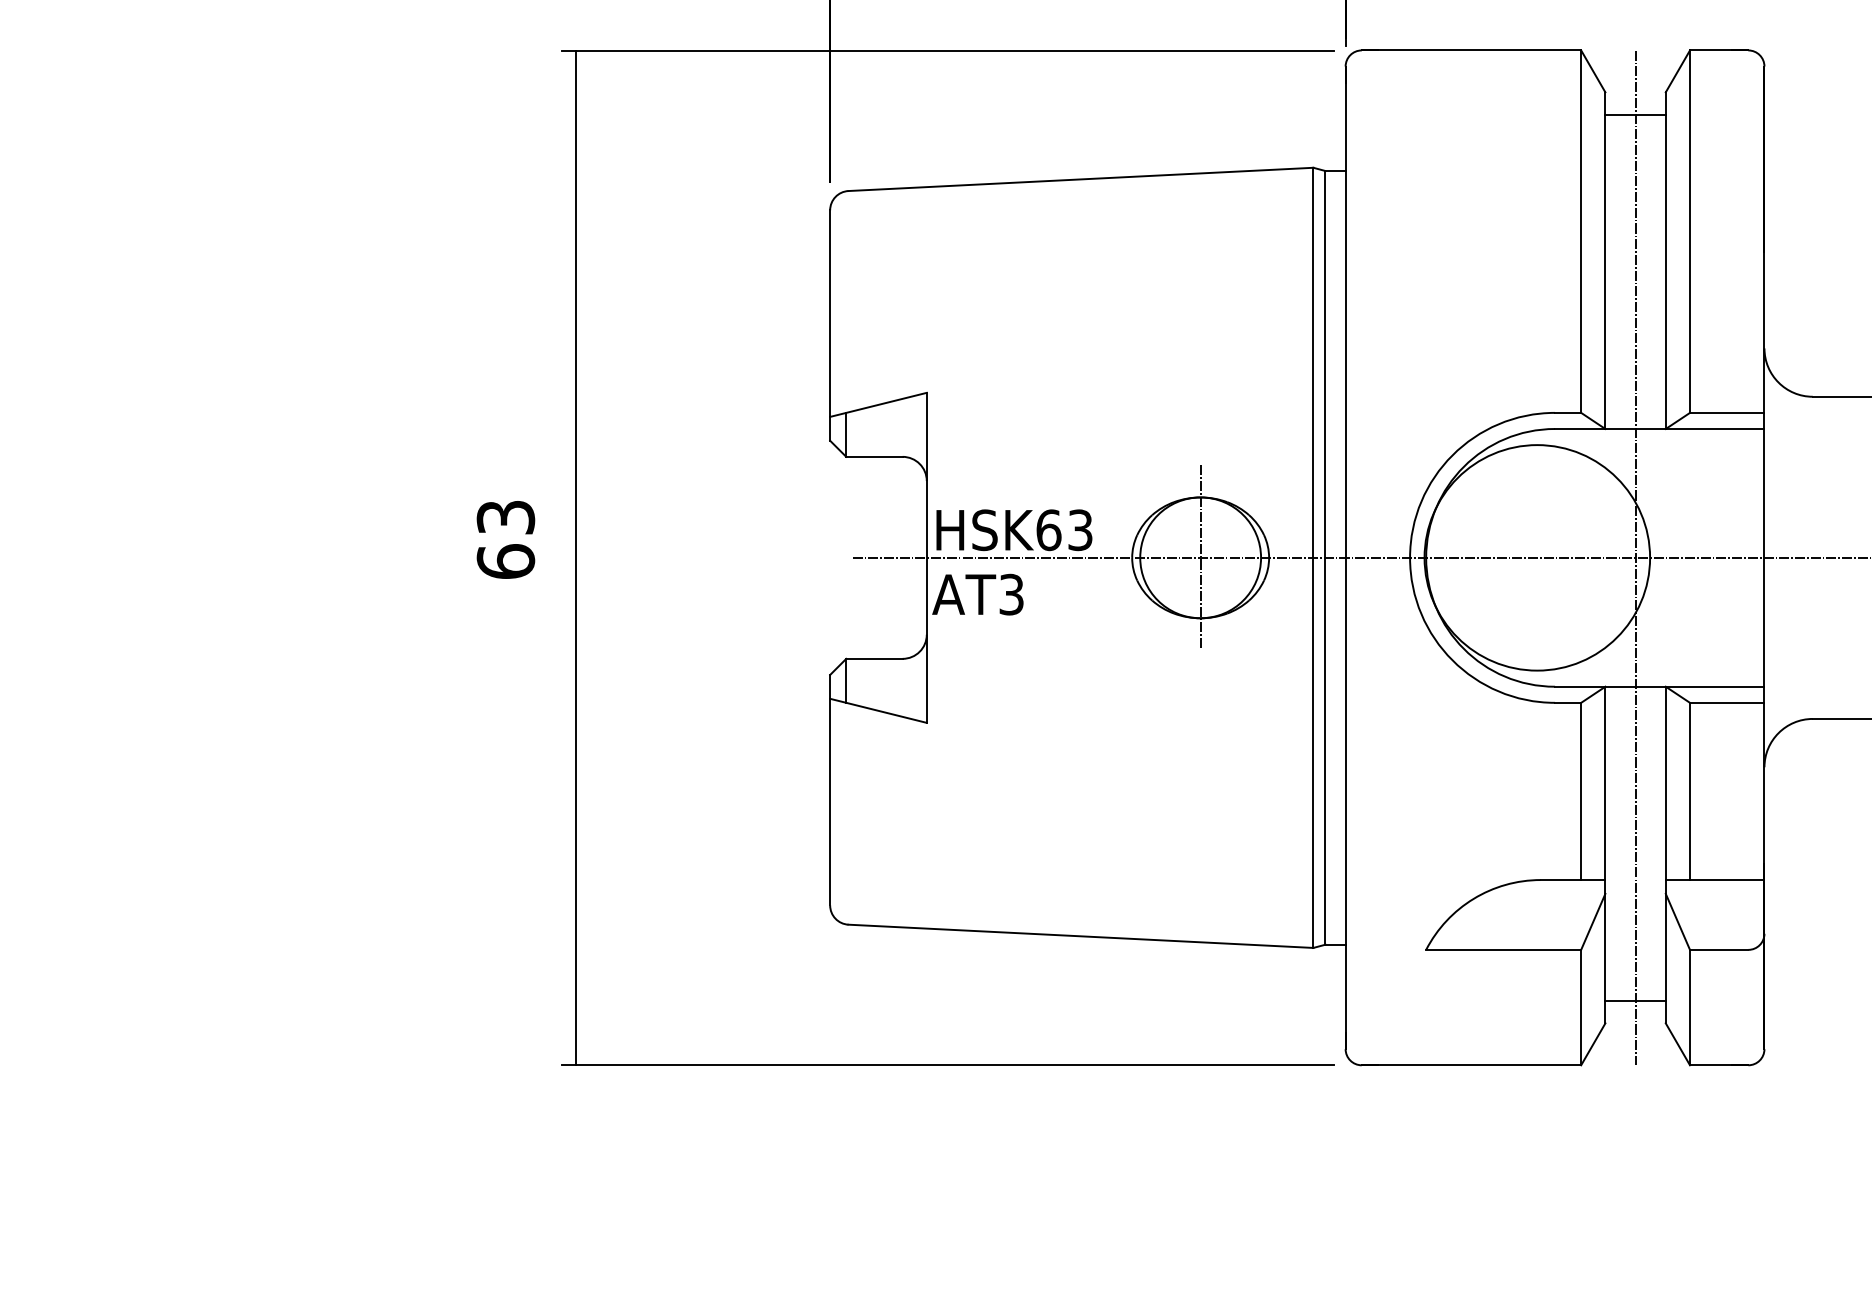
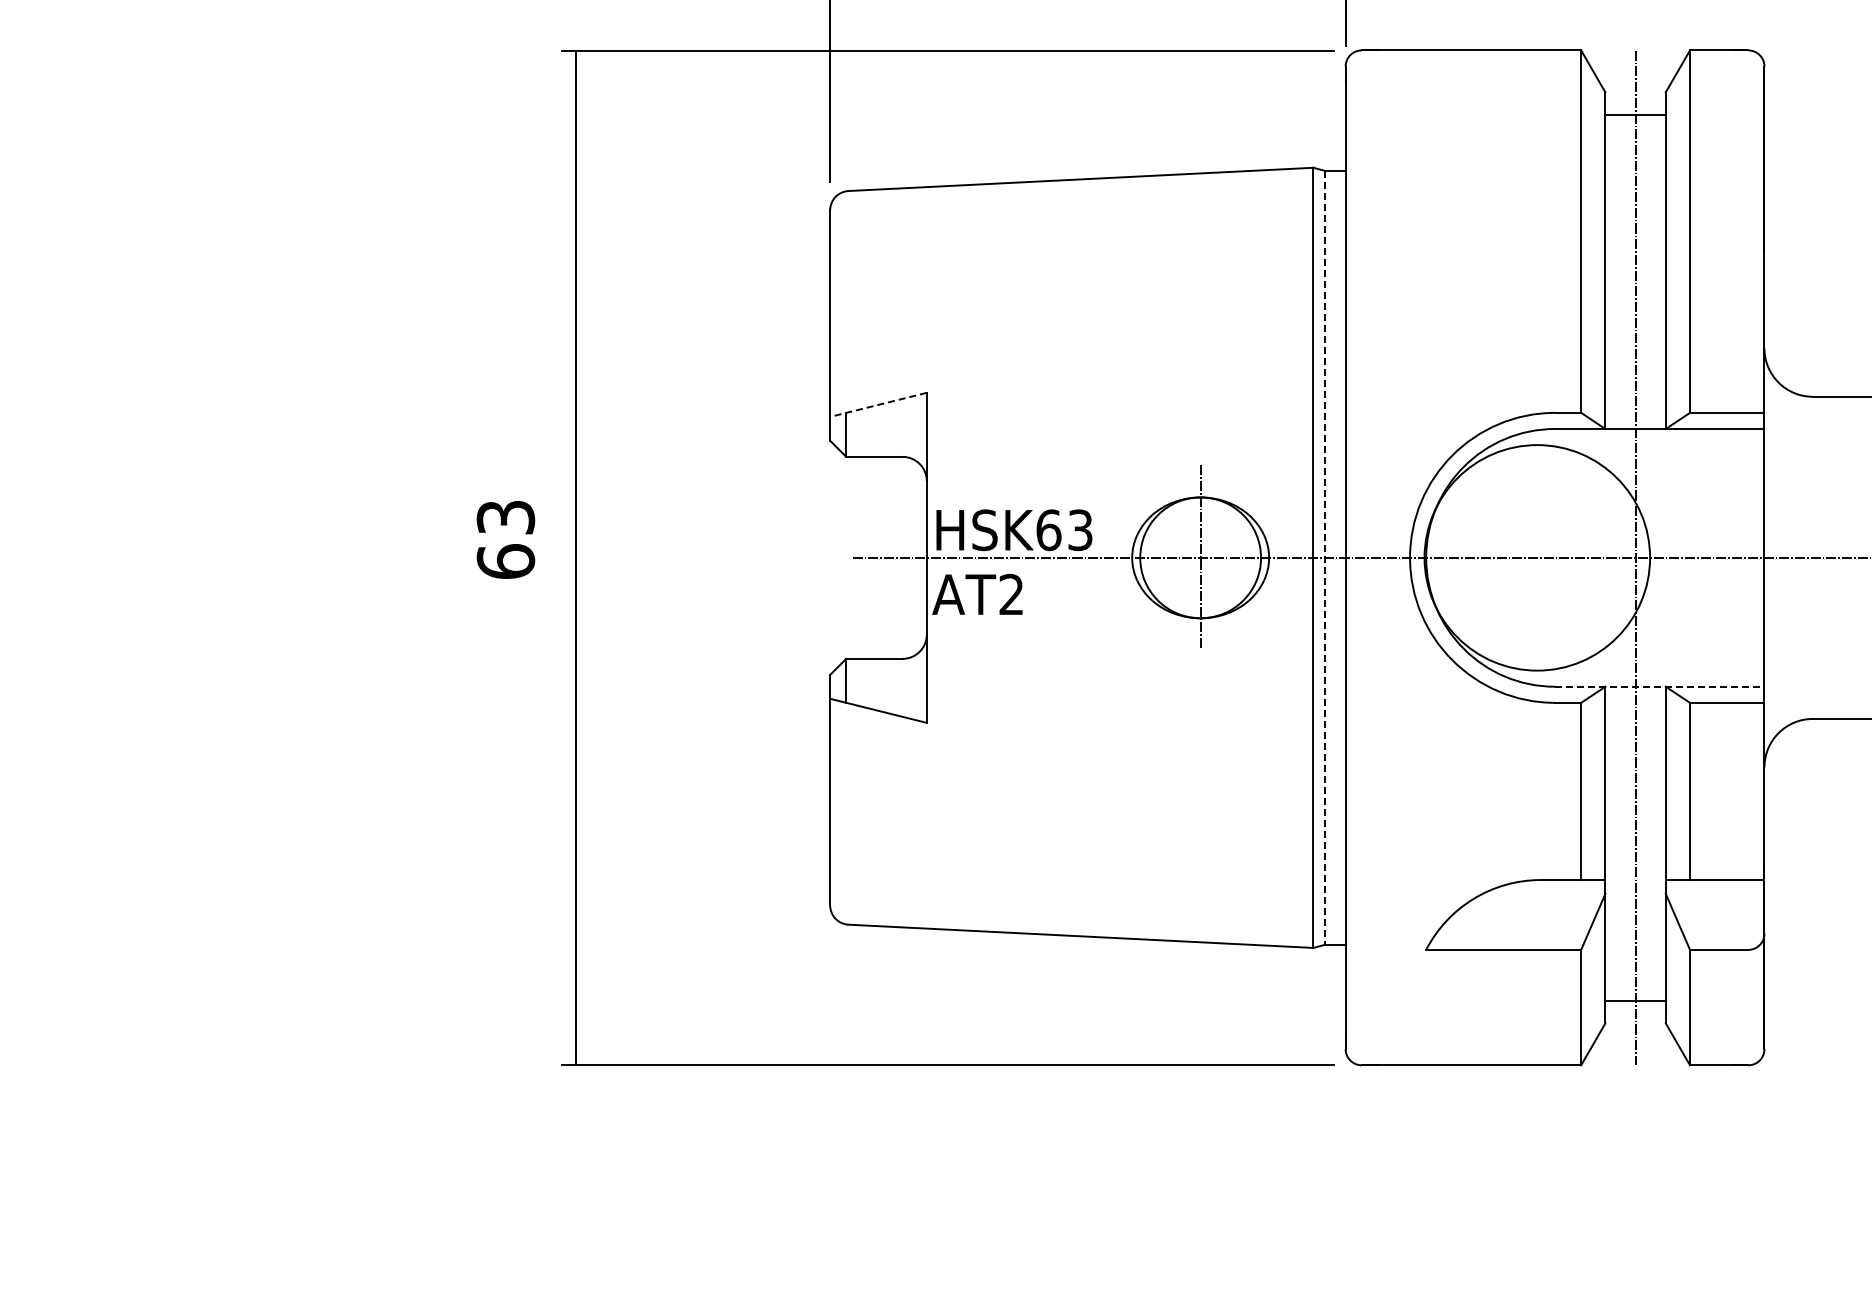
line at (878, 404): solid -> dashed
line at (1325, 557): solid -> dashed
text at (1011, 594): AT3 -> AT2
line at (1659, 686): solid -> dashed
